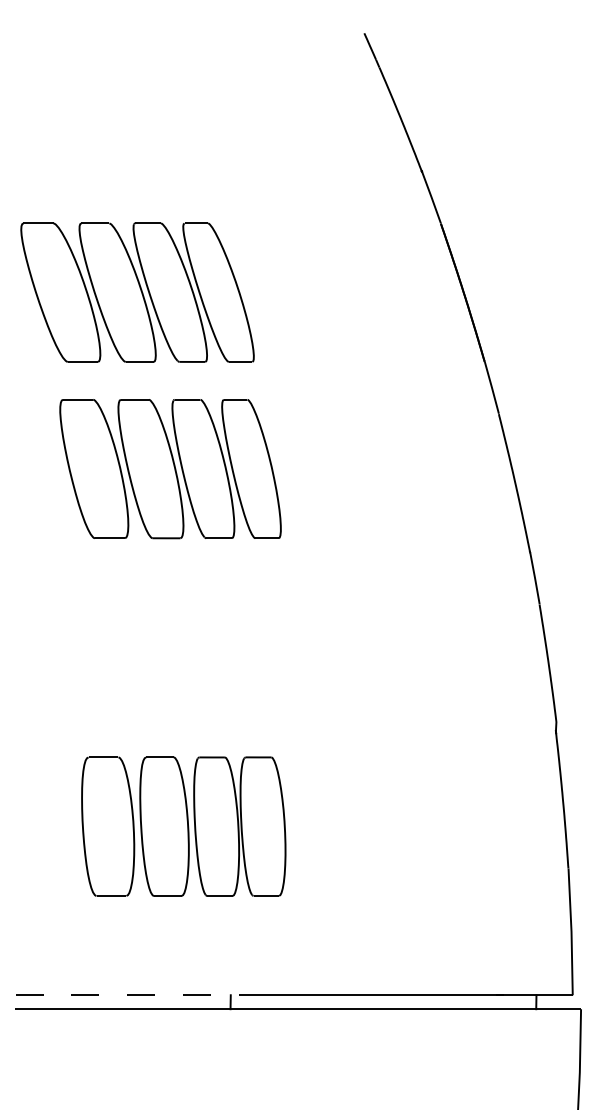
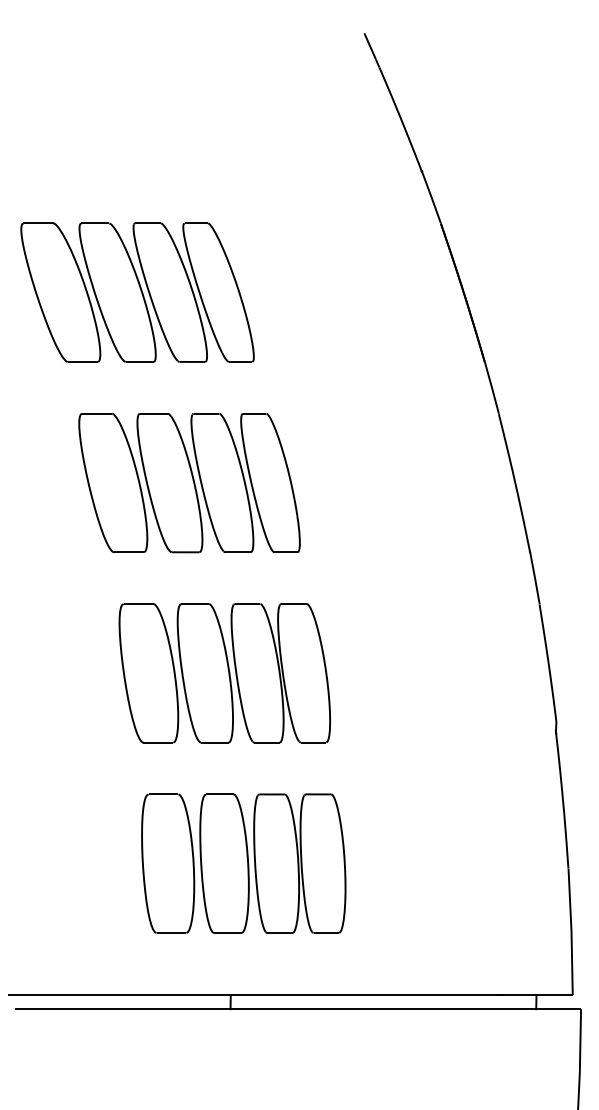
part at (170, 469) position: (170, 469) -> (189, 483)
part at (224, 673): none -> present
part at (183, 826) position: (183, 826) -> (243, 863)
line at (137, 995): dashed -> solid
